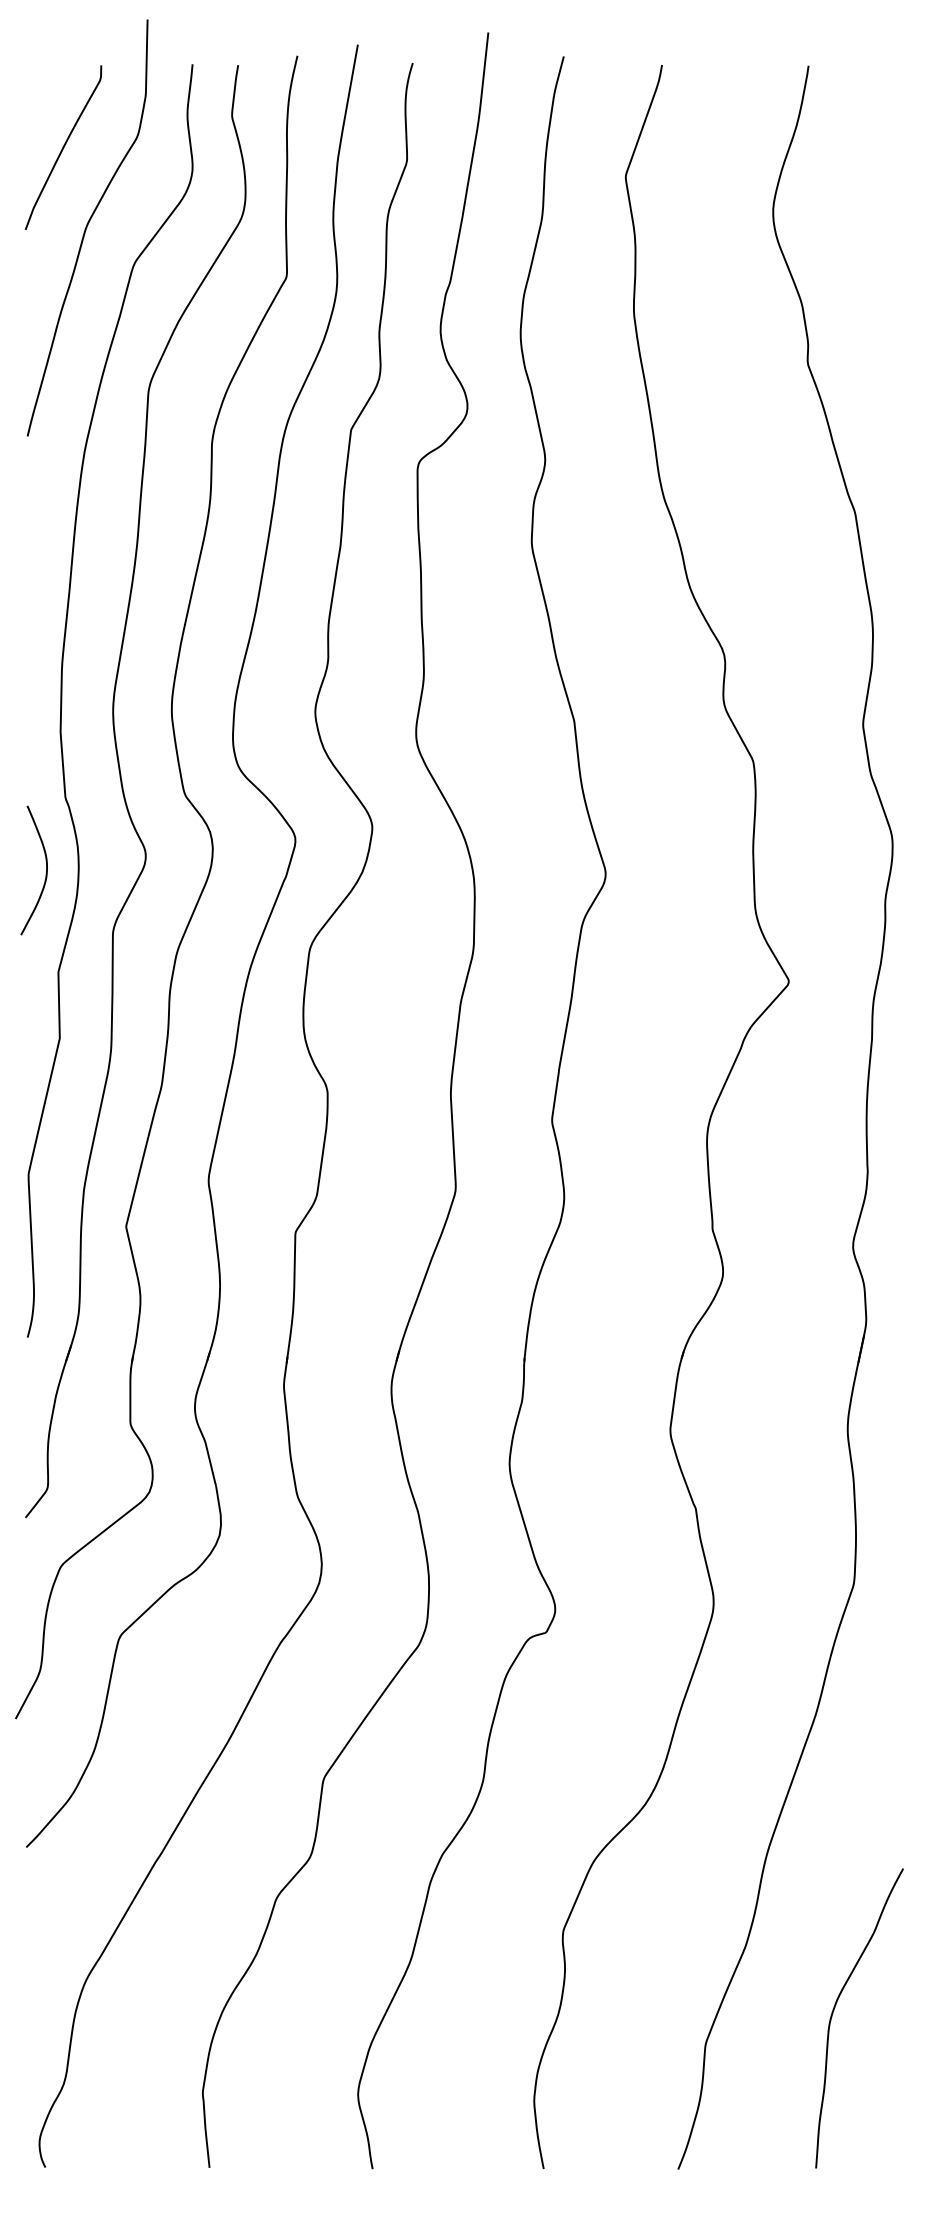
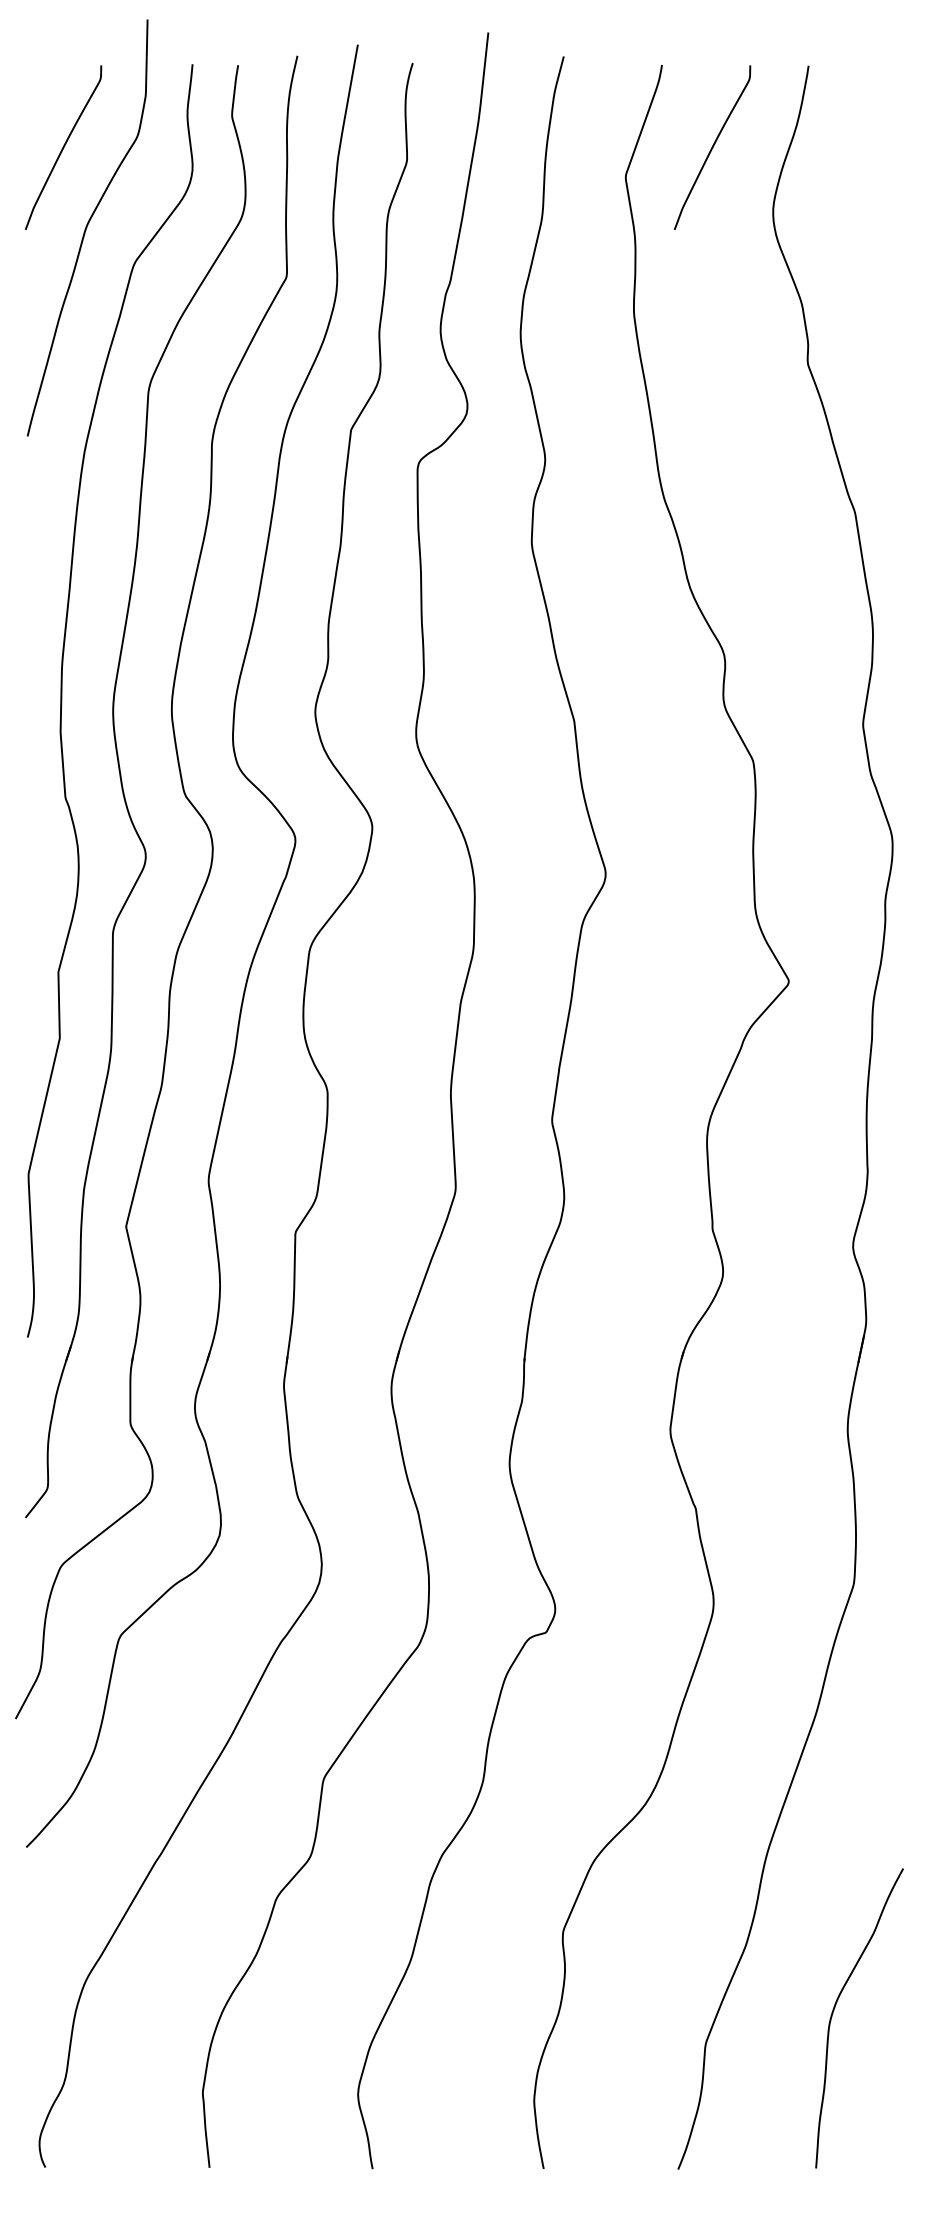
curve at (712, 147): none -> present
curve at (45, 873): present -> none
